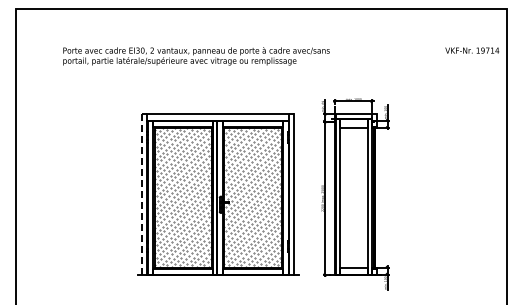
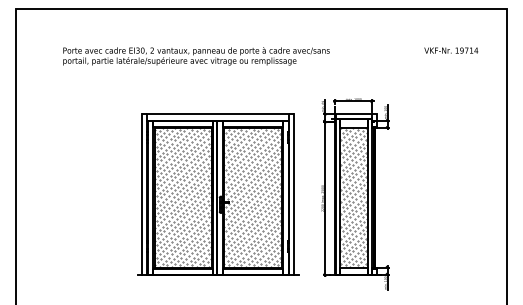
text at (472, 50) position: (472, 50) -> (451, 50)
line at (142, 194): dashed -> solid
hatch at (354, 197): none -> present
